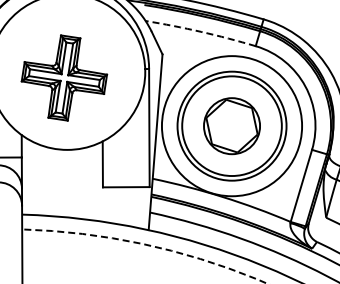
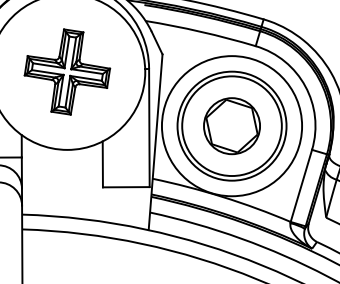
arc at (201, 31): dashed -> solid
part at (64, 77) position: (64, 77) -> (67, 71)
arc at (145, 244): dashed -> solid
